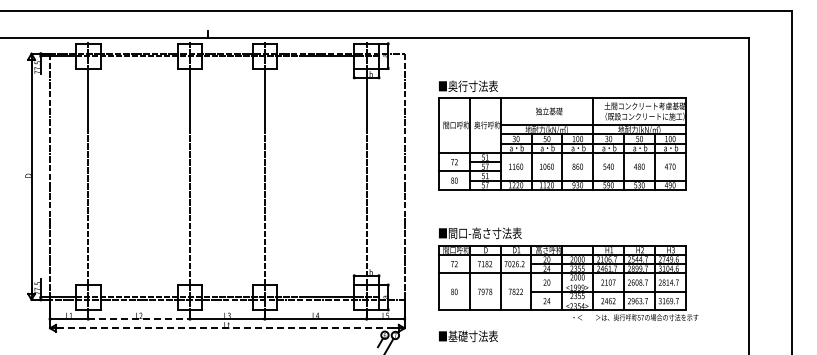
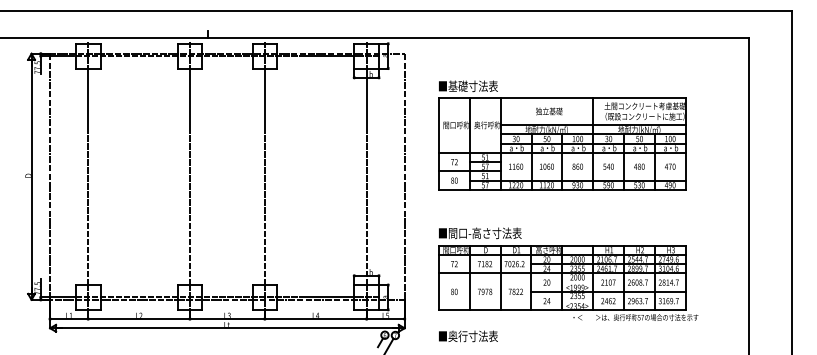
text at (457, 86): ■奥行寸法表 -> ■基礎寸法表
line at (139, 319): dashed -> solid
line at (227, 328): dashed -> solid
text at (457, 336): ■基礎寸法表 -> ■奥行寸法表
